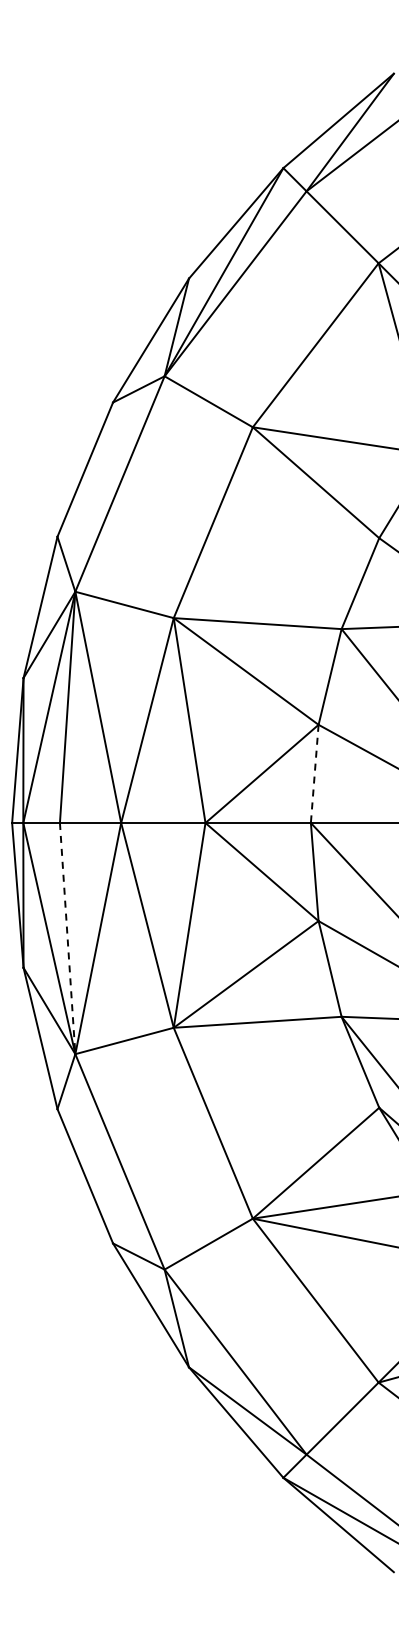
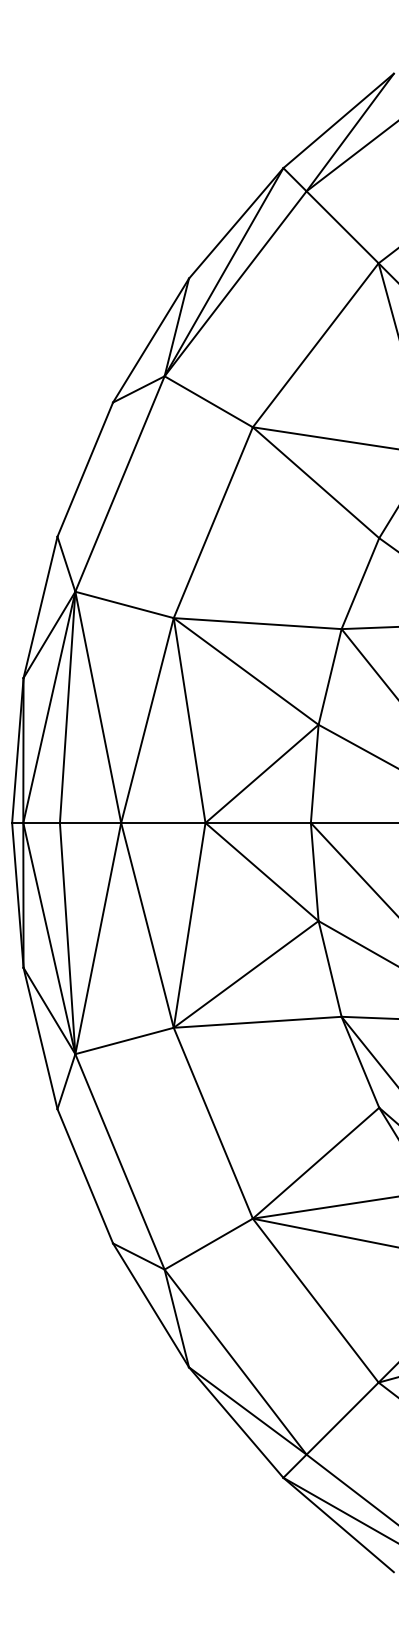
line at (314, 774): dashed -> solid
line at (67, 938): dashed -> solid
